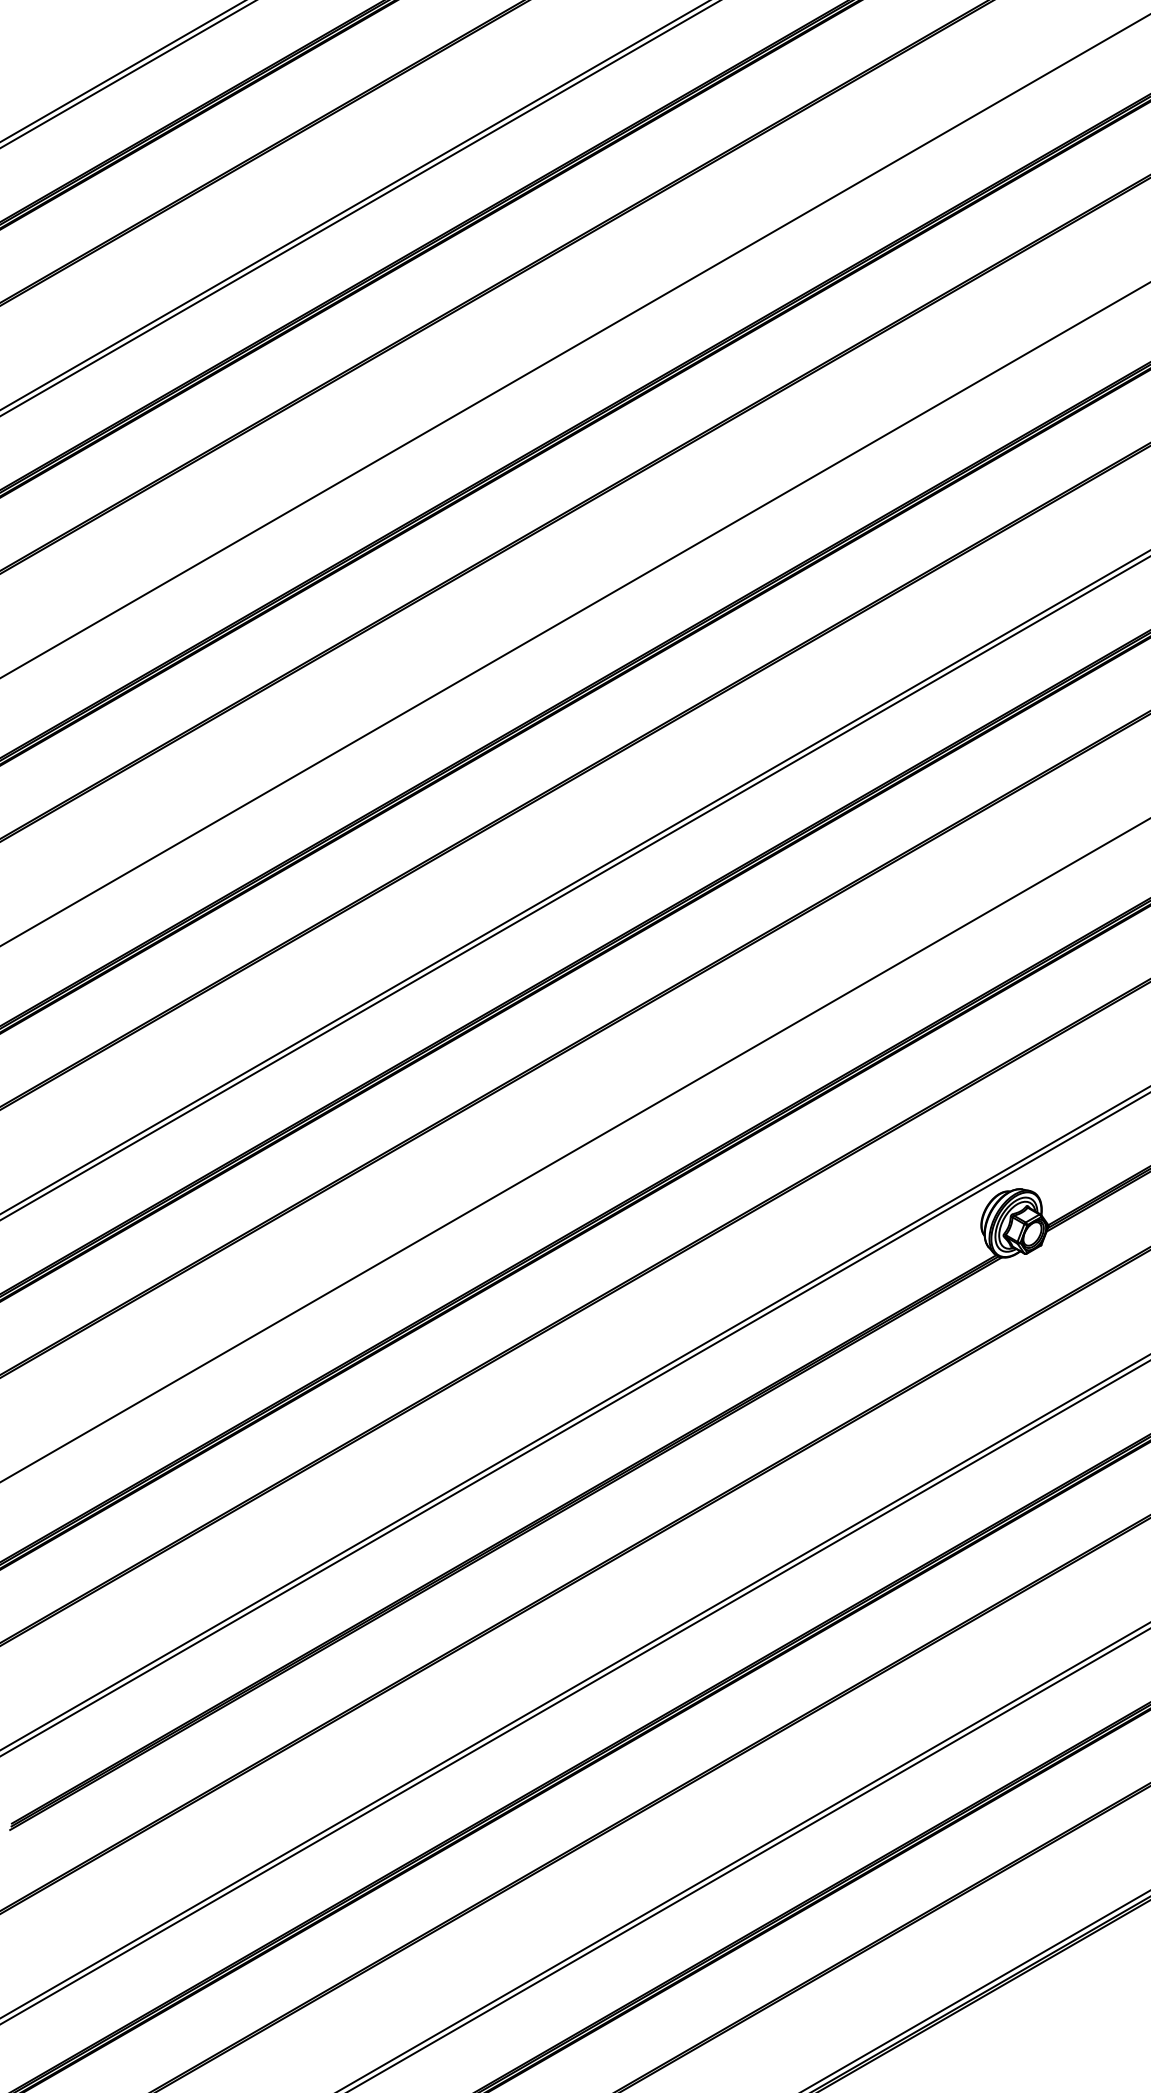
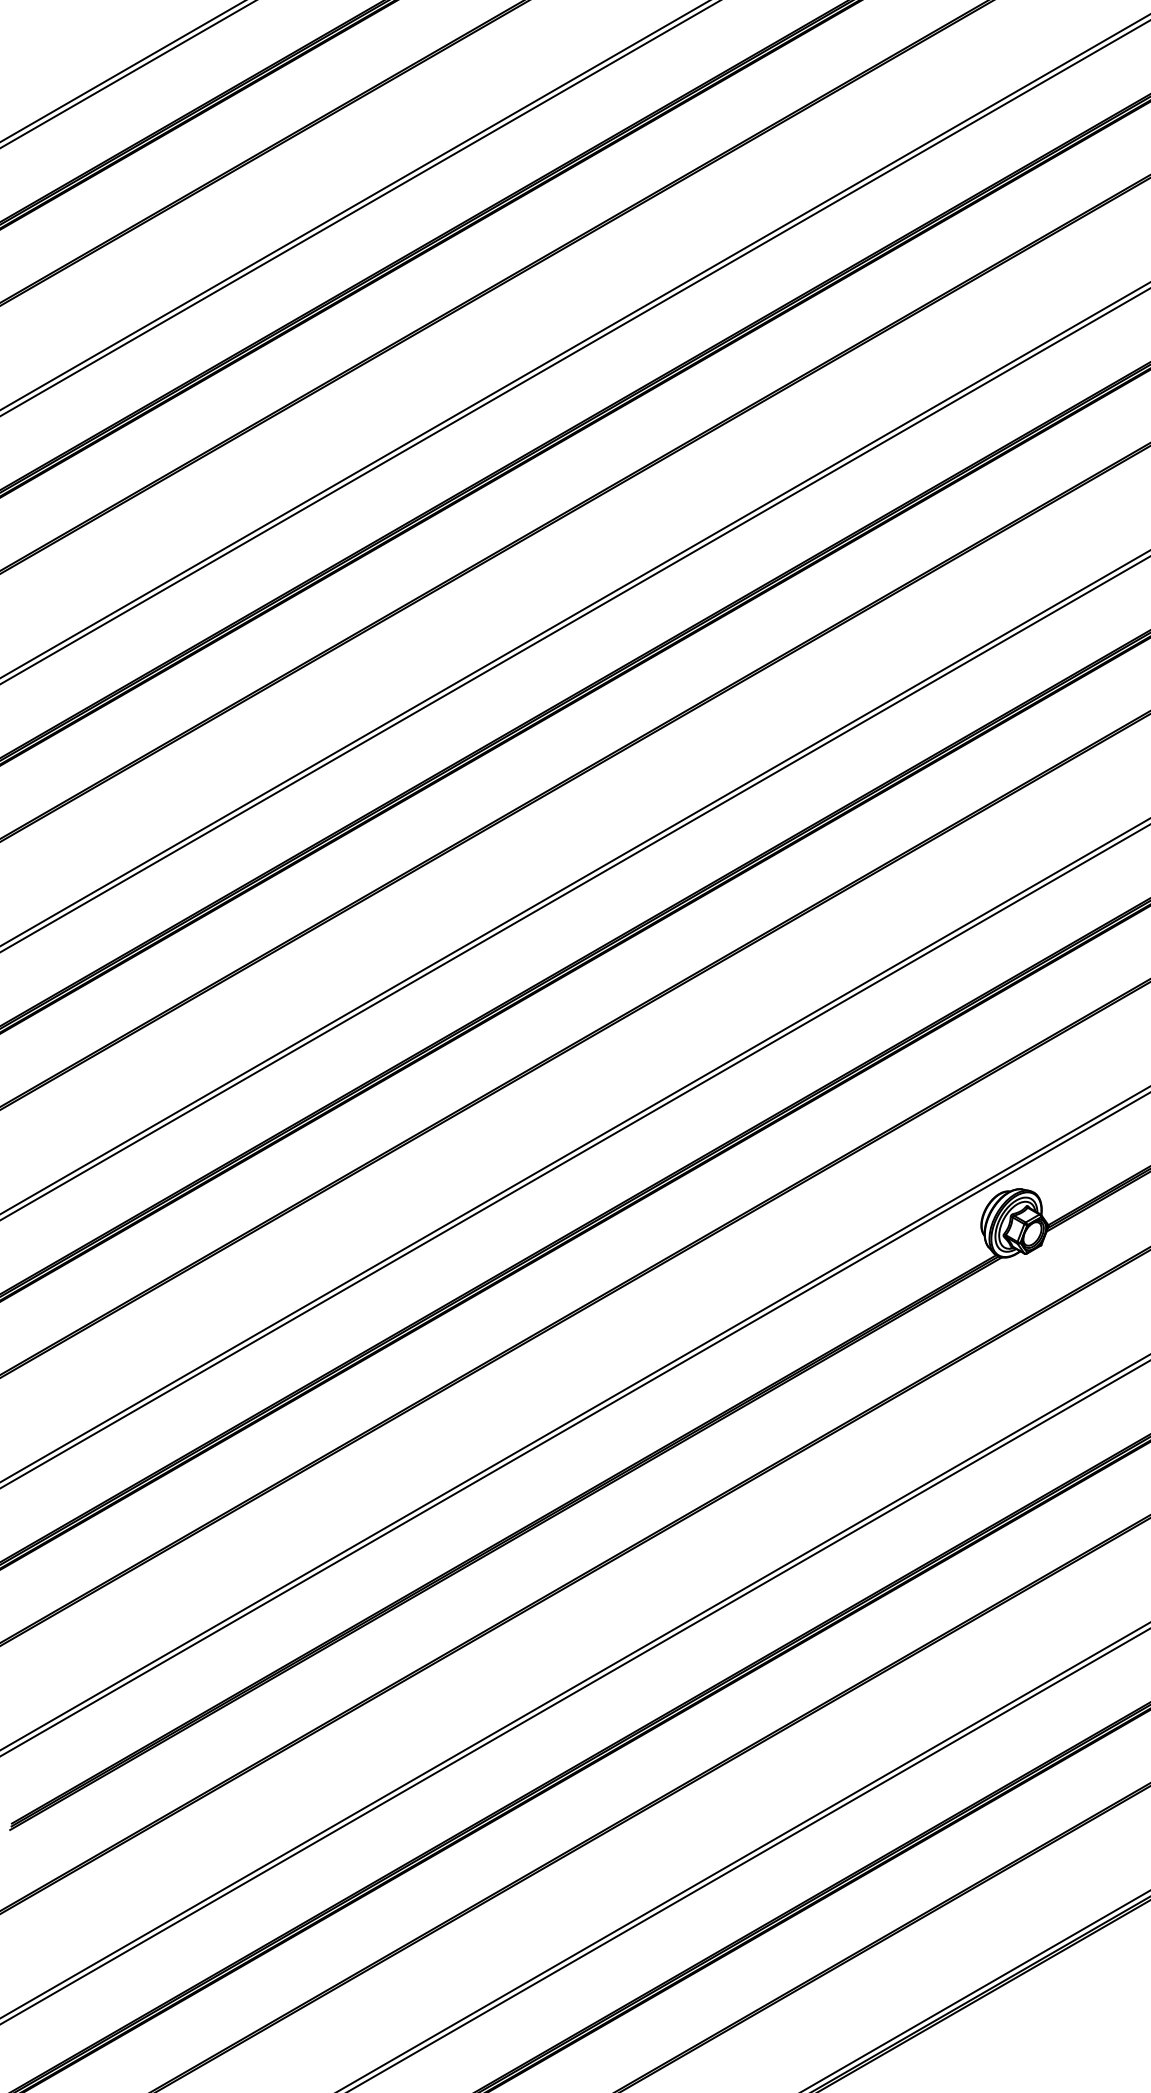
line at (574, 352): none -> present
line at (574, 620): none -> present
line at (574, 1156): none -> present
